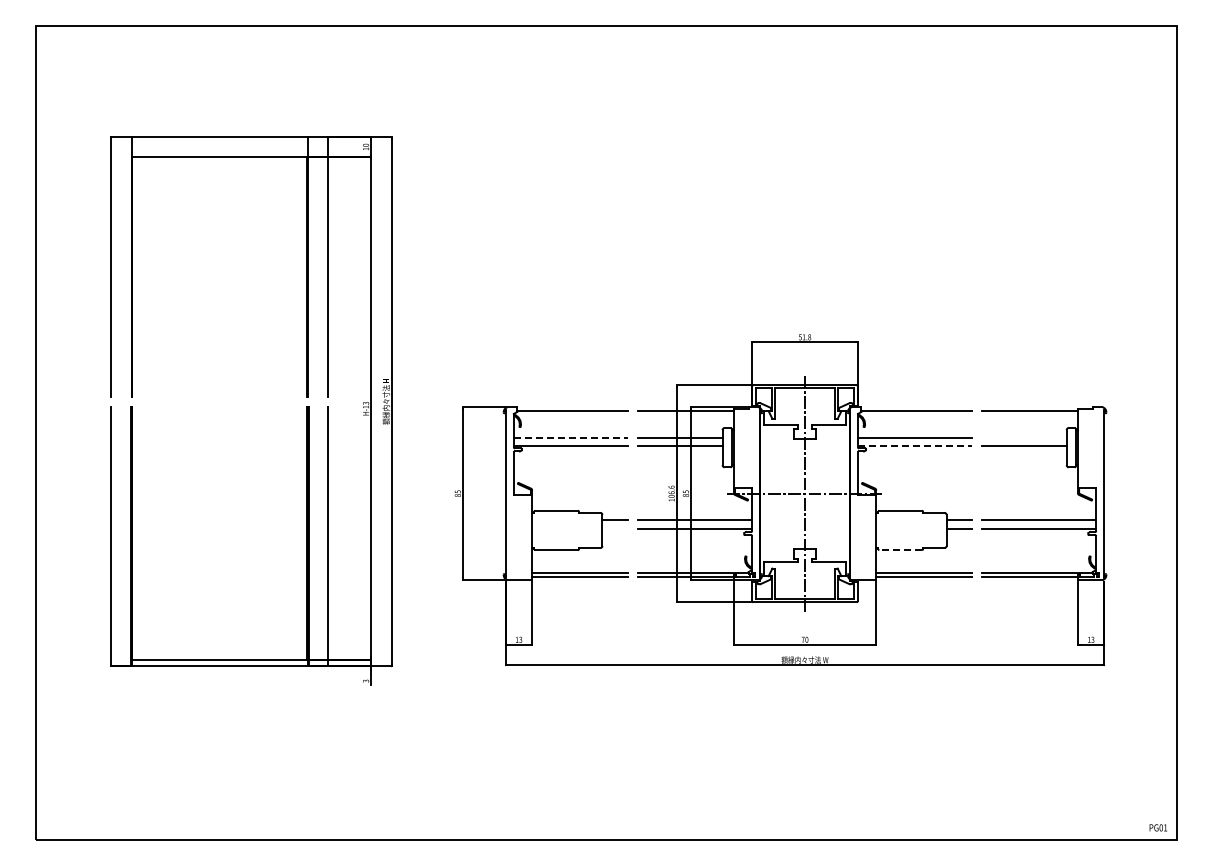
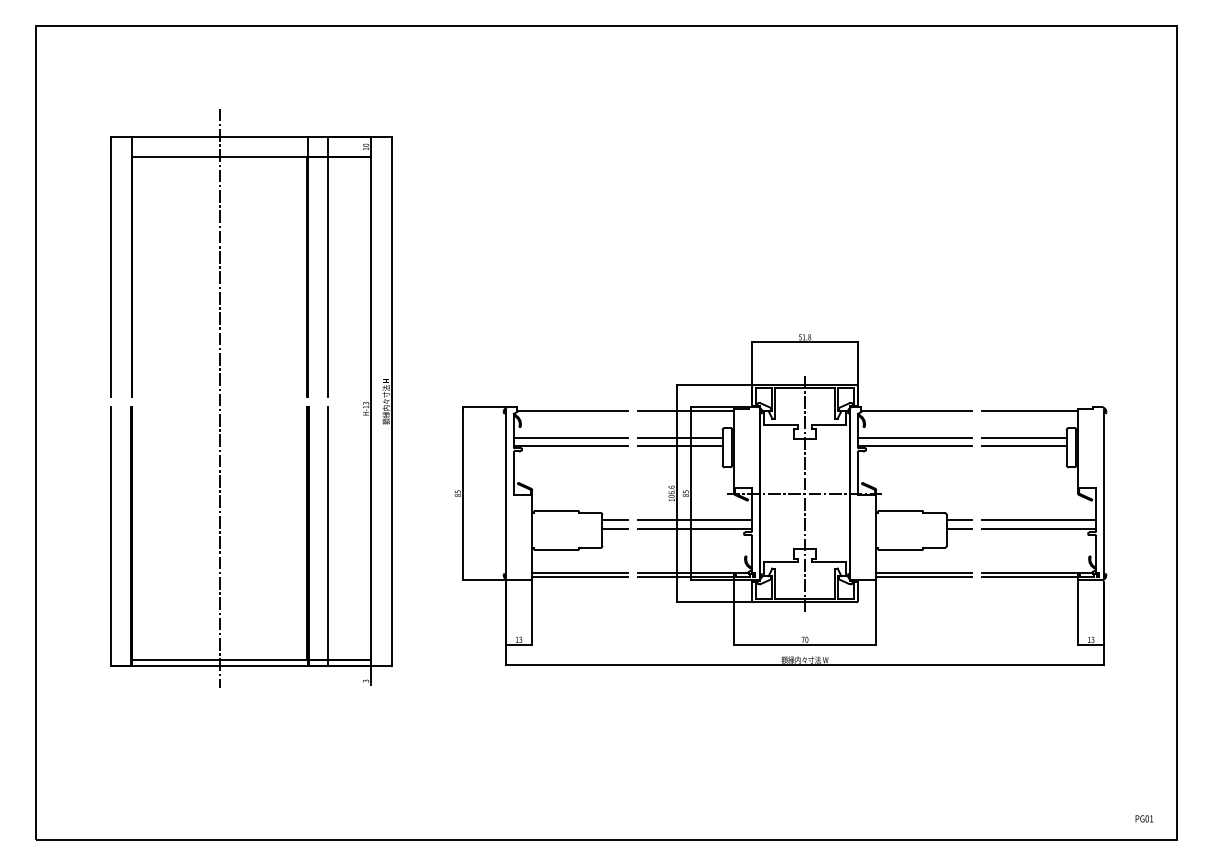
line at (219, 398): none -> present
line at (571, 437): dashed -> solid
line at (1024, 437): none -> present
line at (915, 445): dashed -> solid
line at (614, 528): none -> present
line at (900, 550): dashed -> solid
text at (1158, 827) position: (1158, 827) -> (1144, 818)
